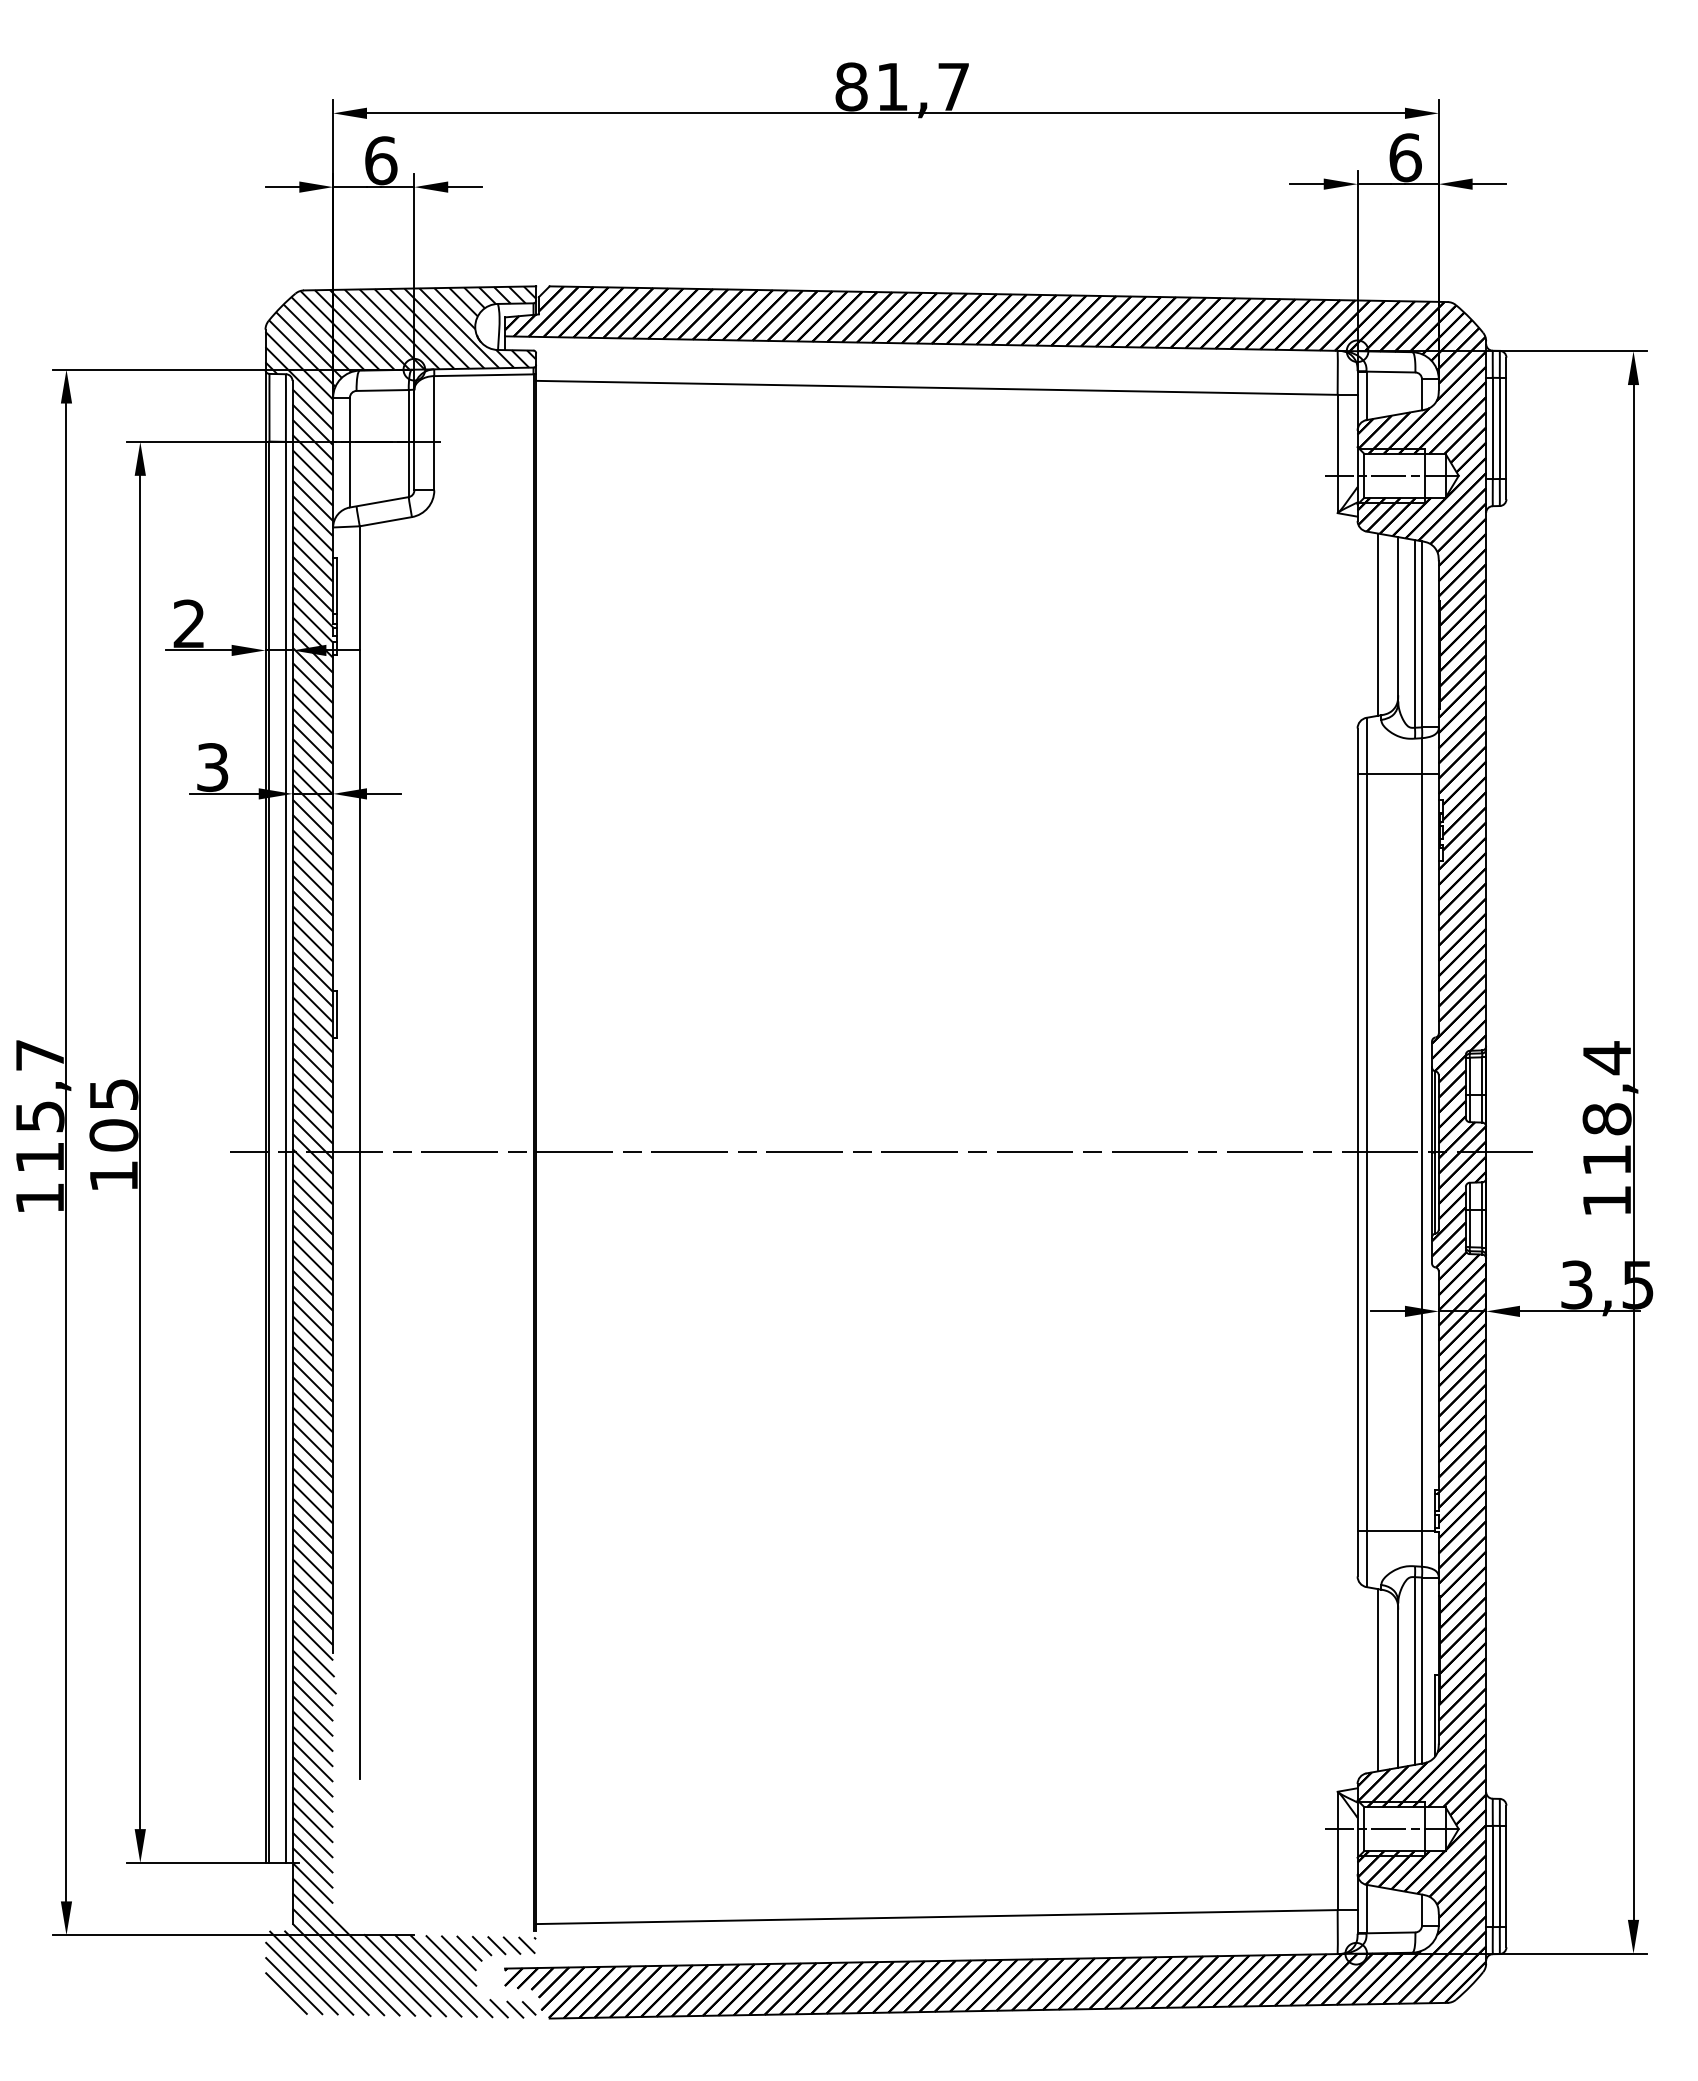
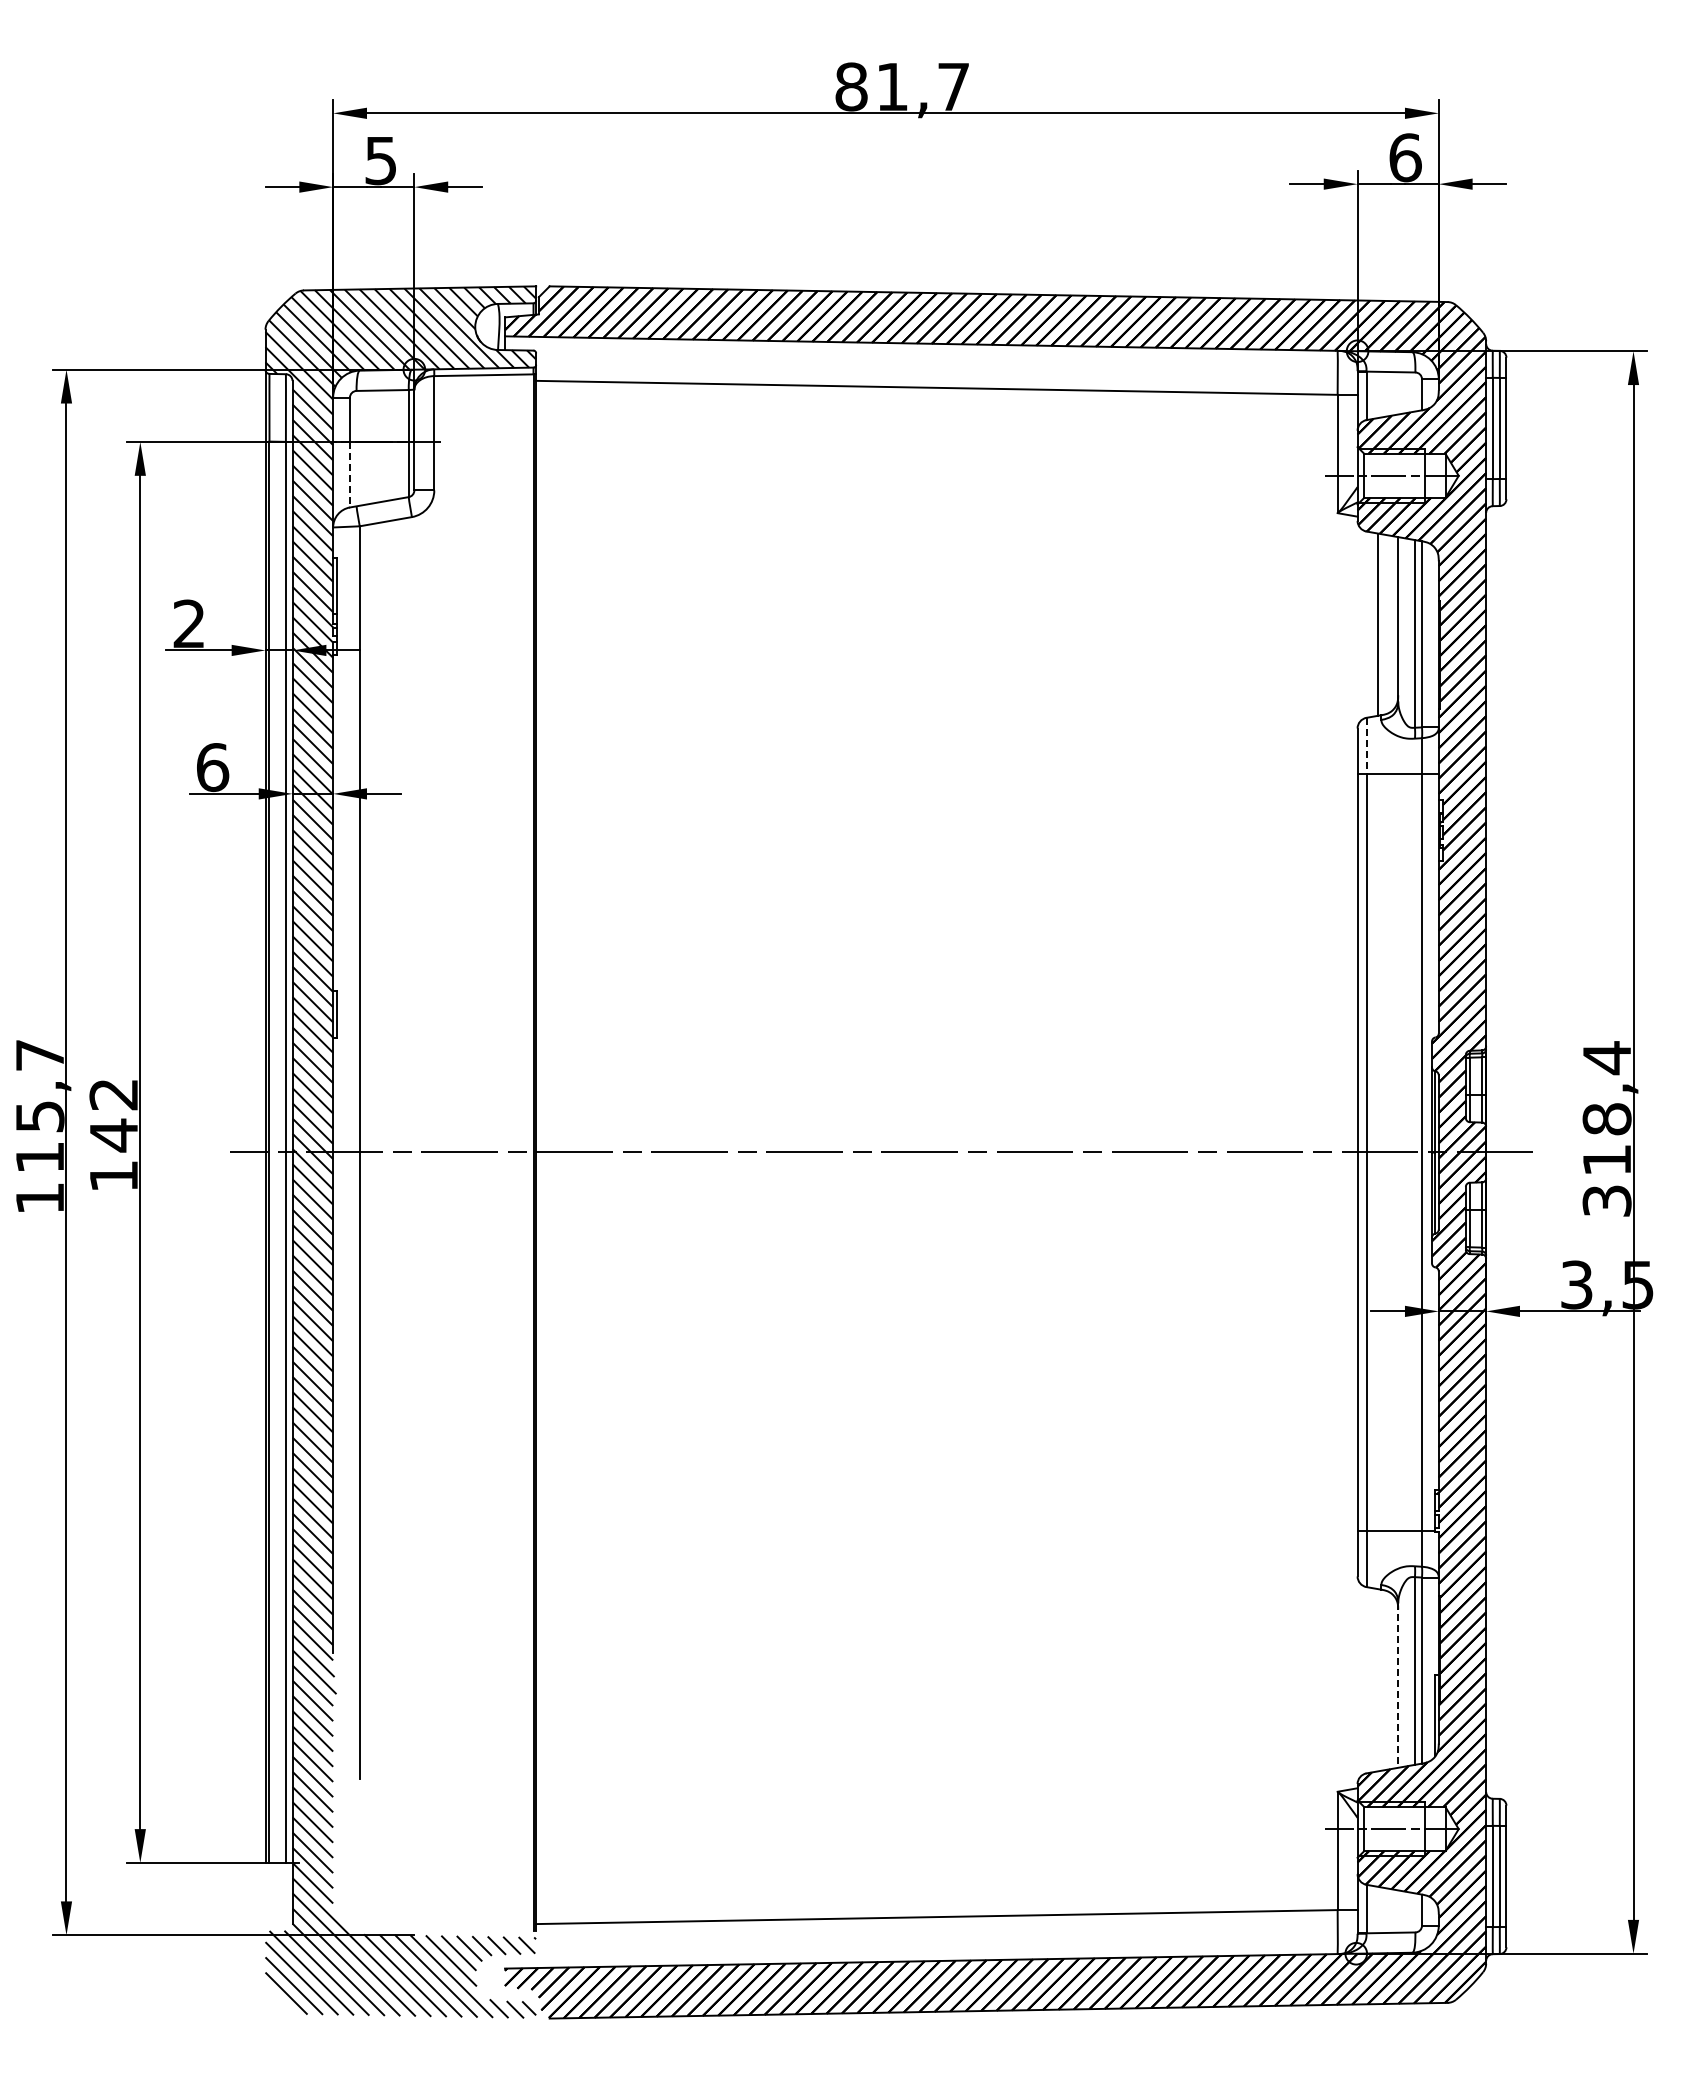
text at (381, 160): 6 -> 5
line at (349, 474): solid -> dashed
line at (1366, 745): solid -> dashed
text at (213, 767): 3 -> 6
text at (113, 1115): 105 -> 142
text at (1606, 1200): 118,4 -> 318,4
line at (1378, 1680): present -> none
line at (1398, 1686): solid -> dashed
